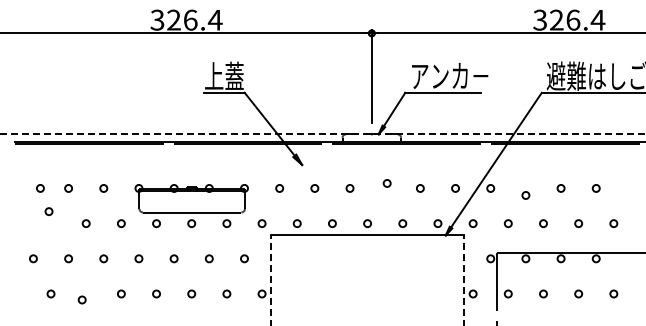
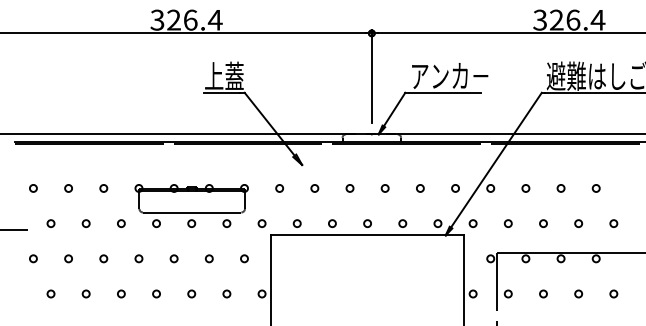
line at (322, 134): dashed -> solid
circle at (386, 183) position: (386, 183) -> (384, 188)
circle at (40, 188) position: (40, 188) -> (33, 188)
circle at (525, 195) position: (525, 195) -> (525, 188)
circle at (48, 211) position: (48, 211) -> (50, 223)
line at (15, 229): none -> present
line at (270, 280): dashed -> solid
line at (464, 280): dashed -> solid
circle at (81, 299) position: (81, 299) -> (85, 293)
